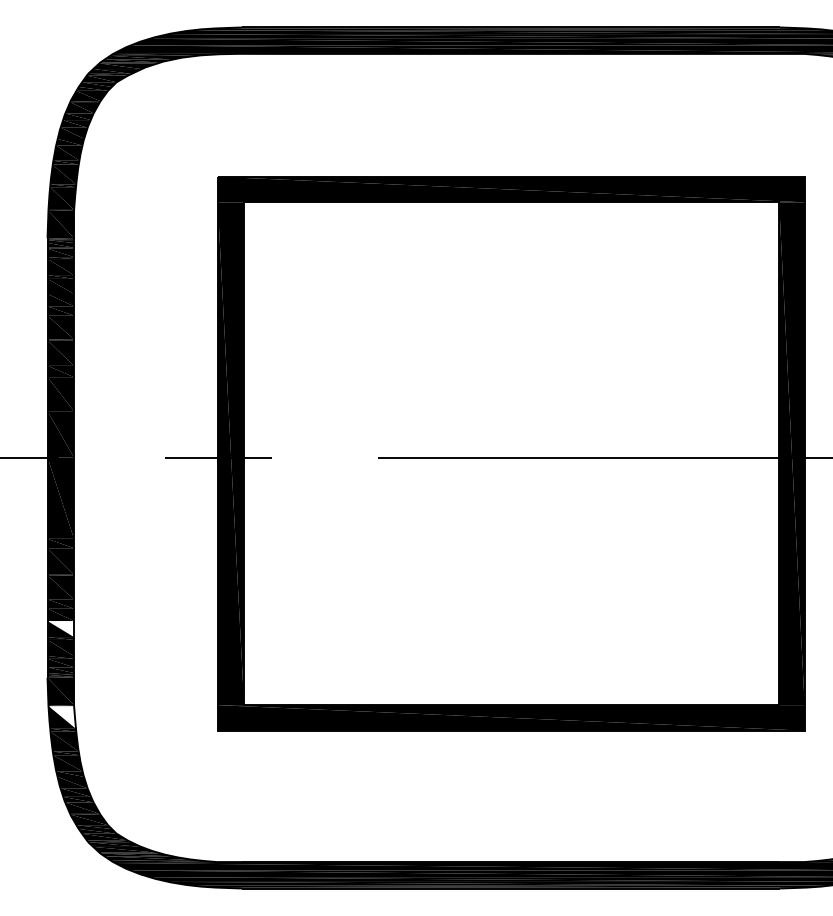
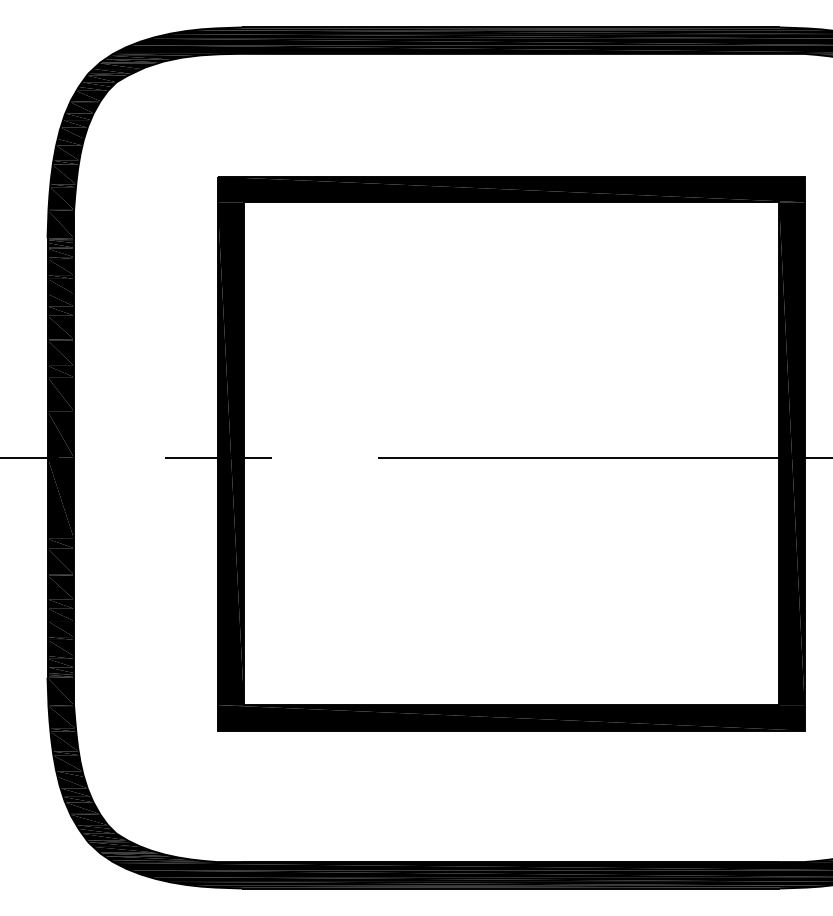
fill at (60, 629): none -> present
fill at (61, 717): none -> present
